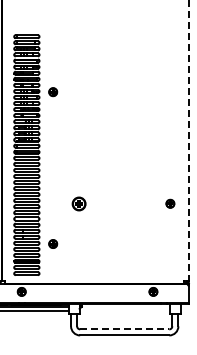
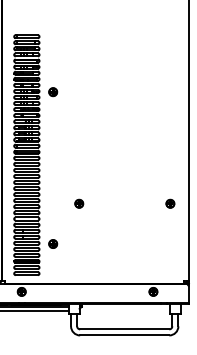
line at (188, 140): dashed -> solid
part at (78, 203) size: 16x16 px -> 11x11 px
line at (124, 329): dashed -> solid
